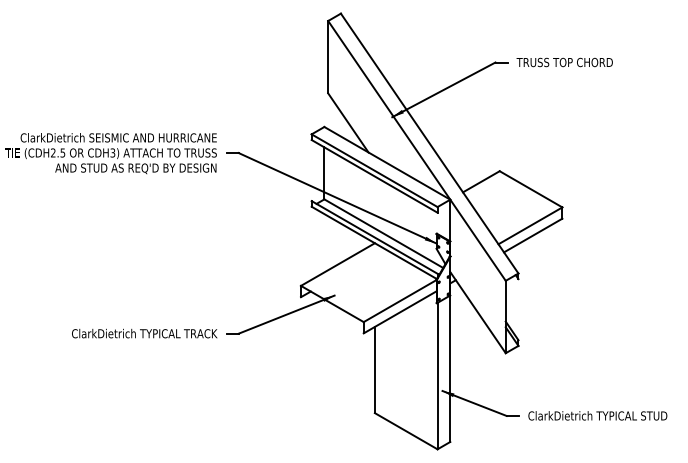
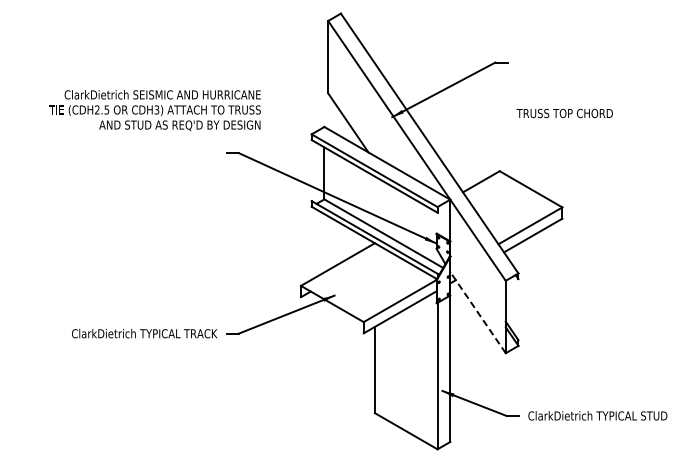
text at (564, 62) position: (564, 62) -> (564, 113)
text at (110, 153) position: (110, 153) -> (154, 110)
line at (477, 312): solid -> dashed
